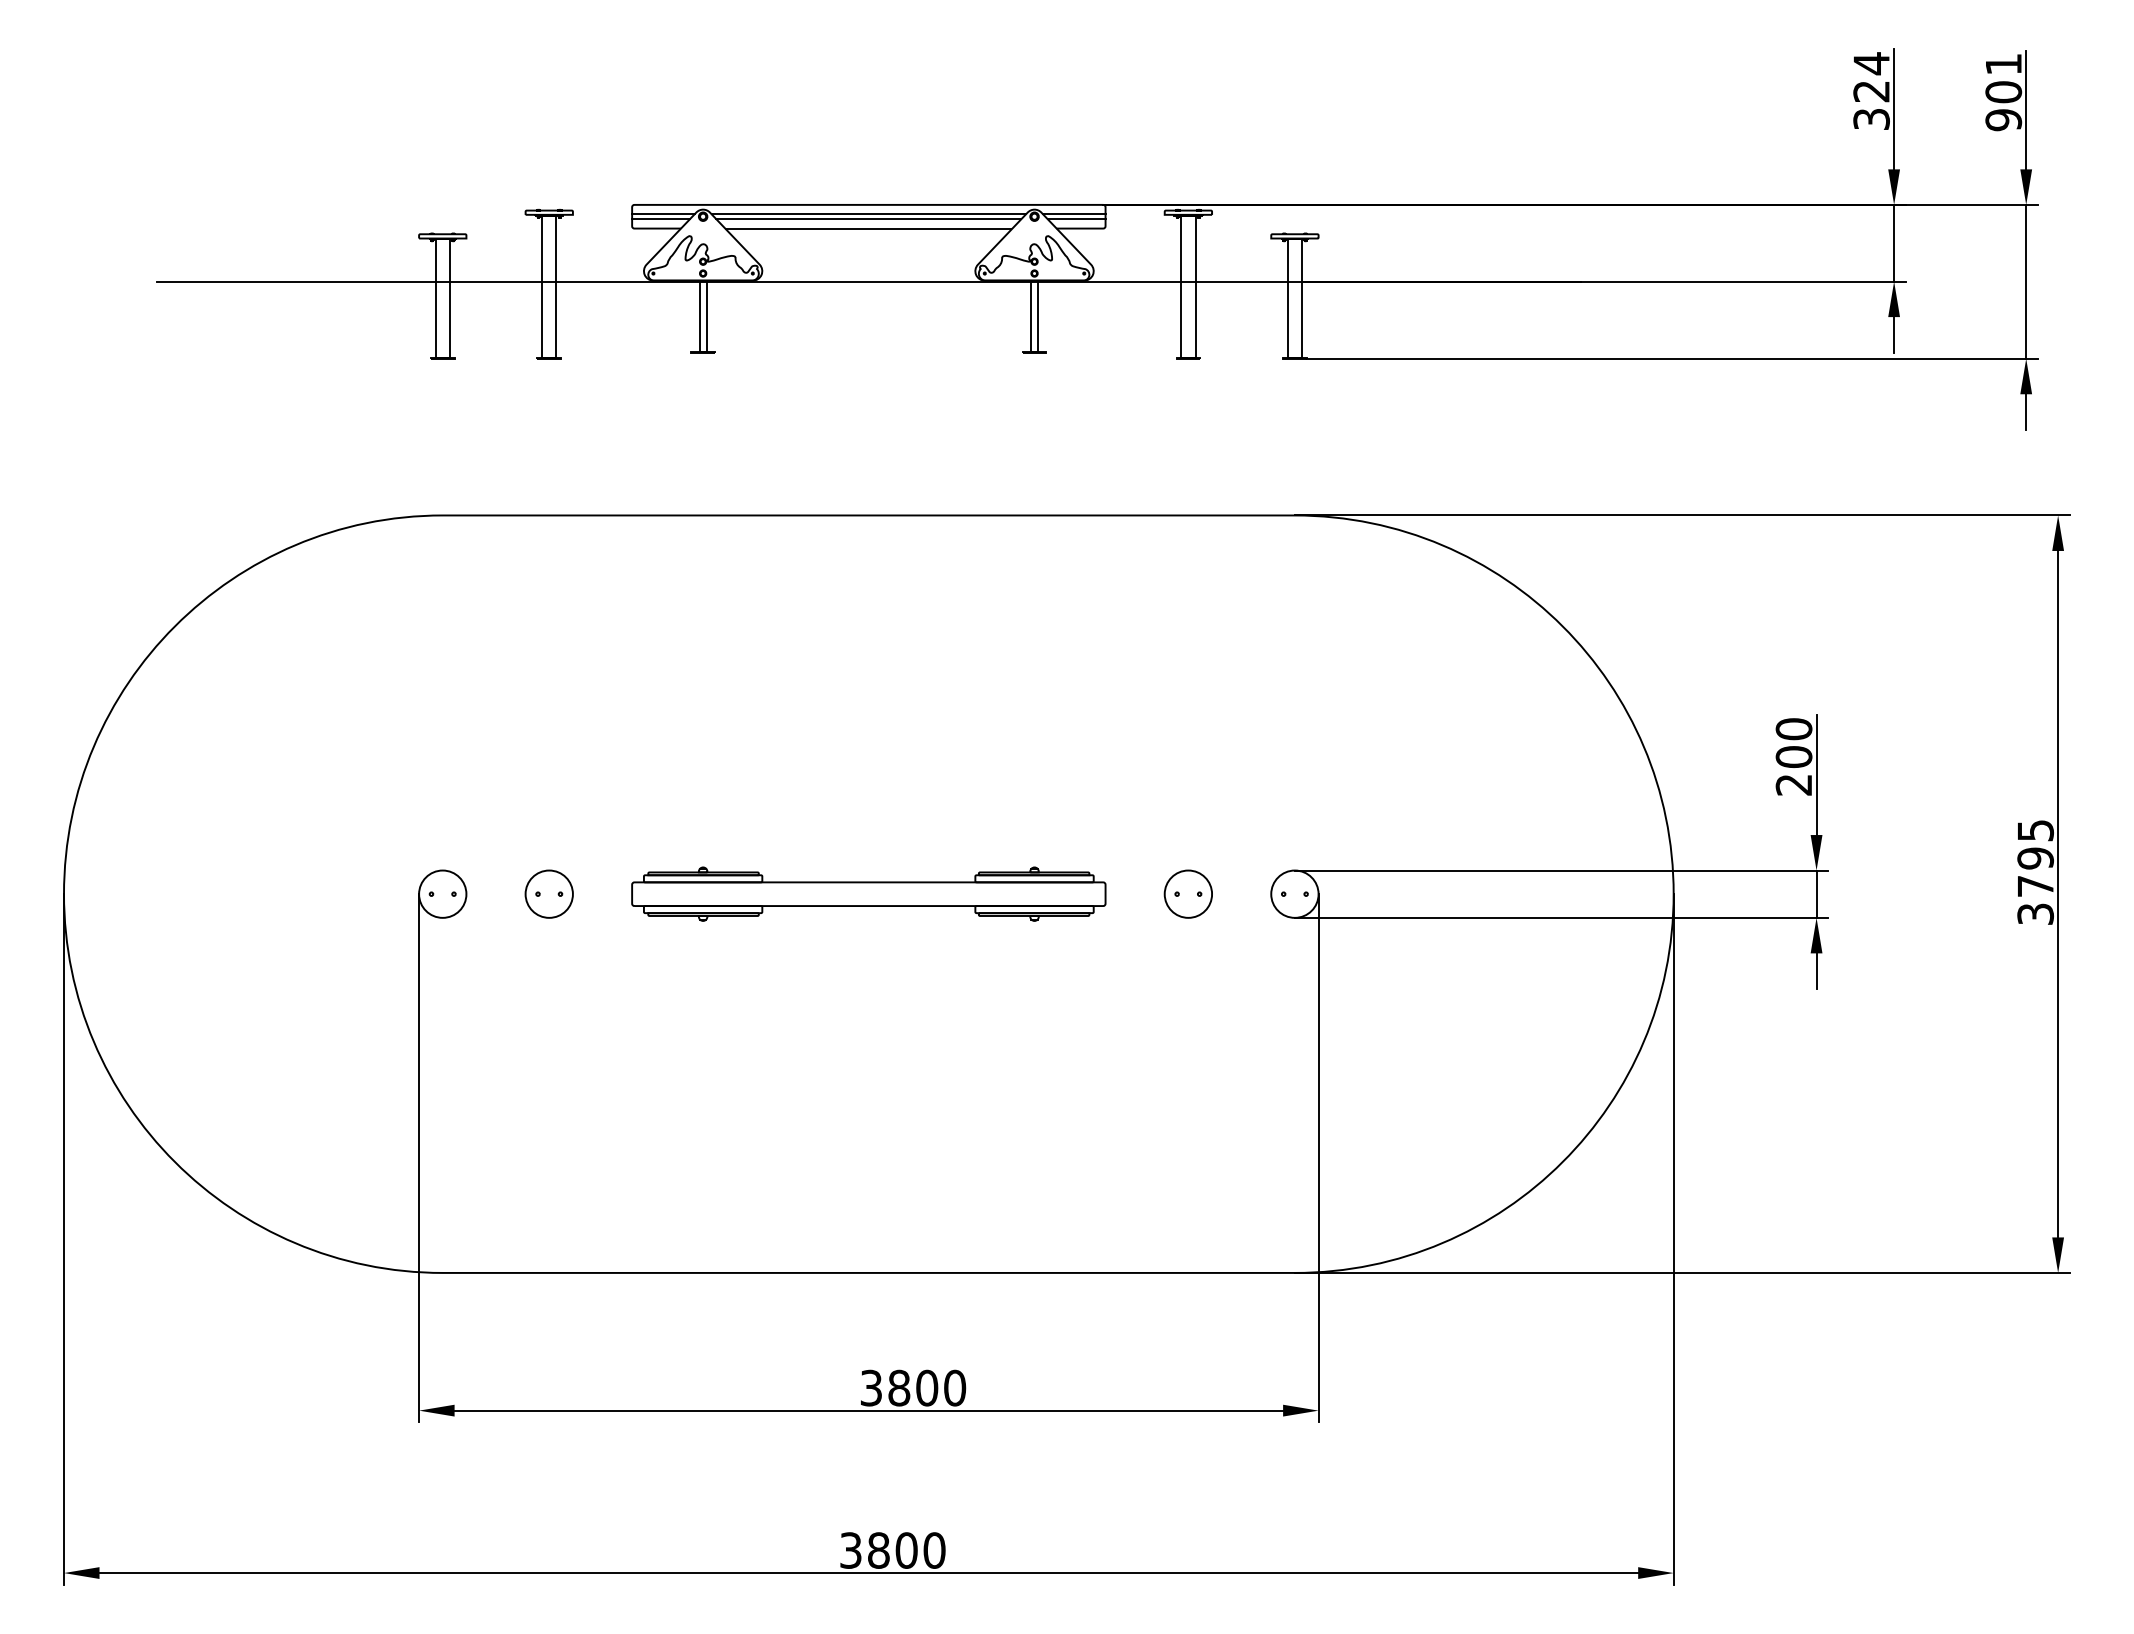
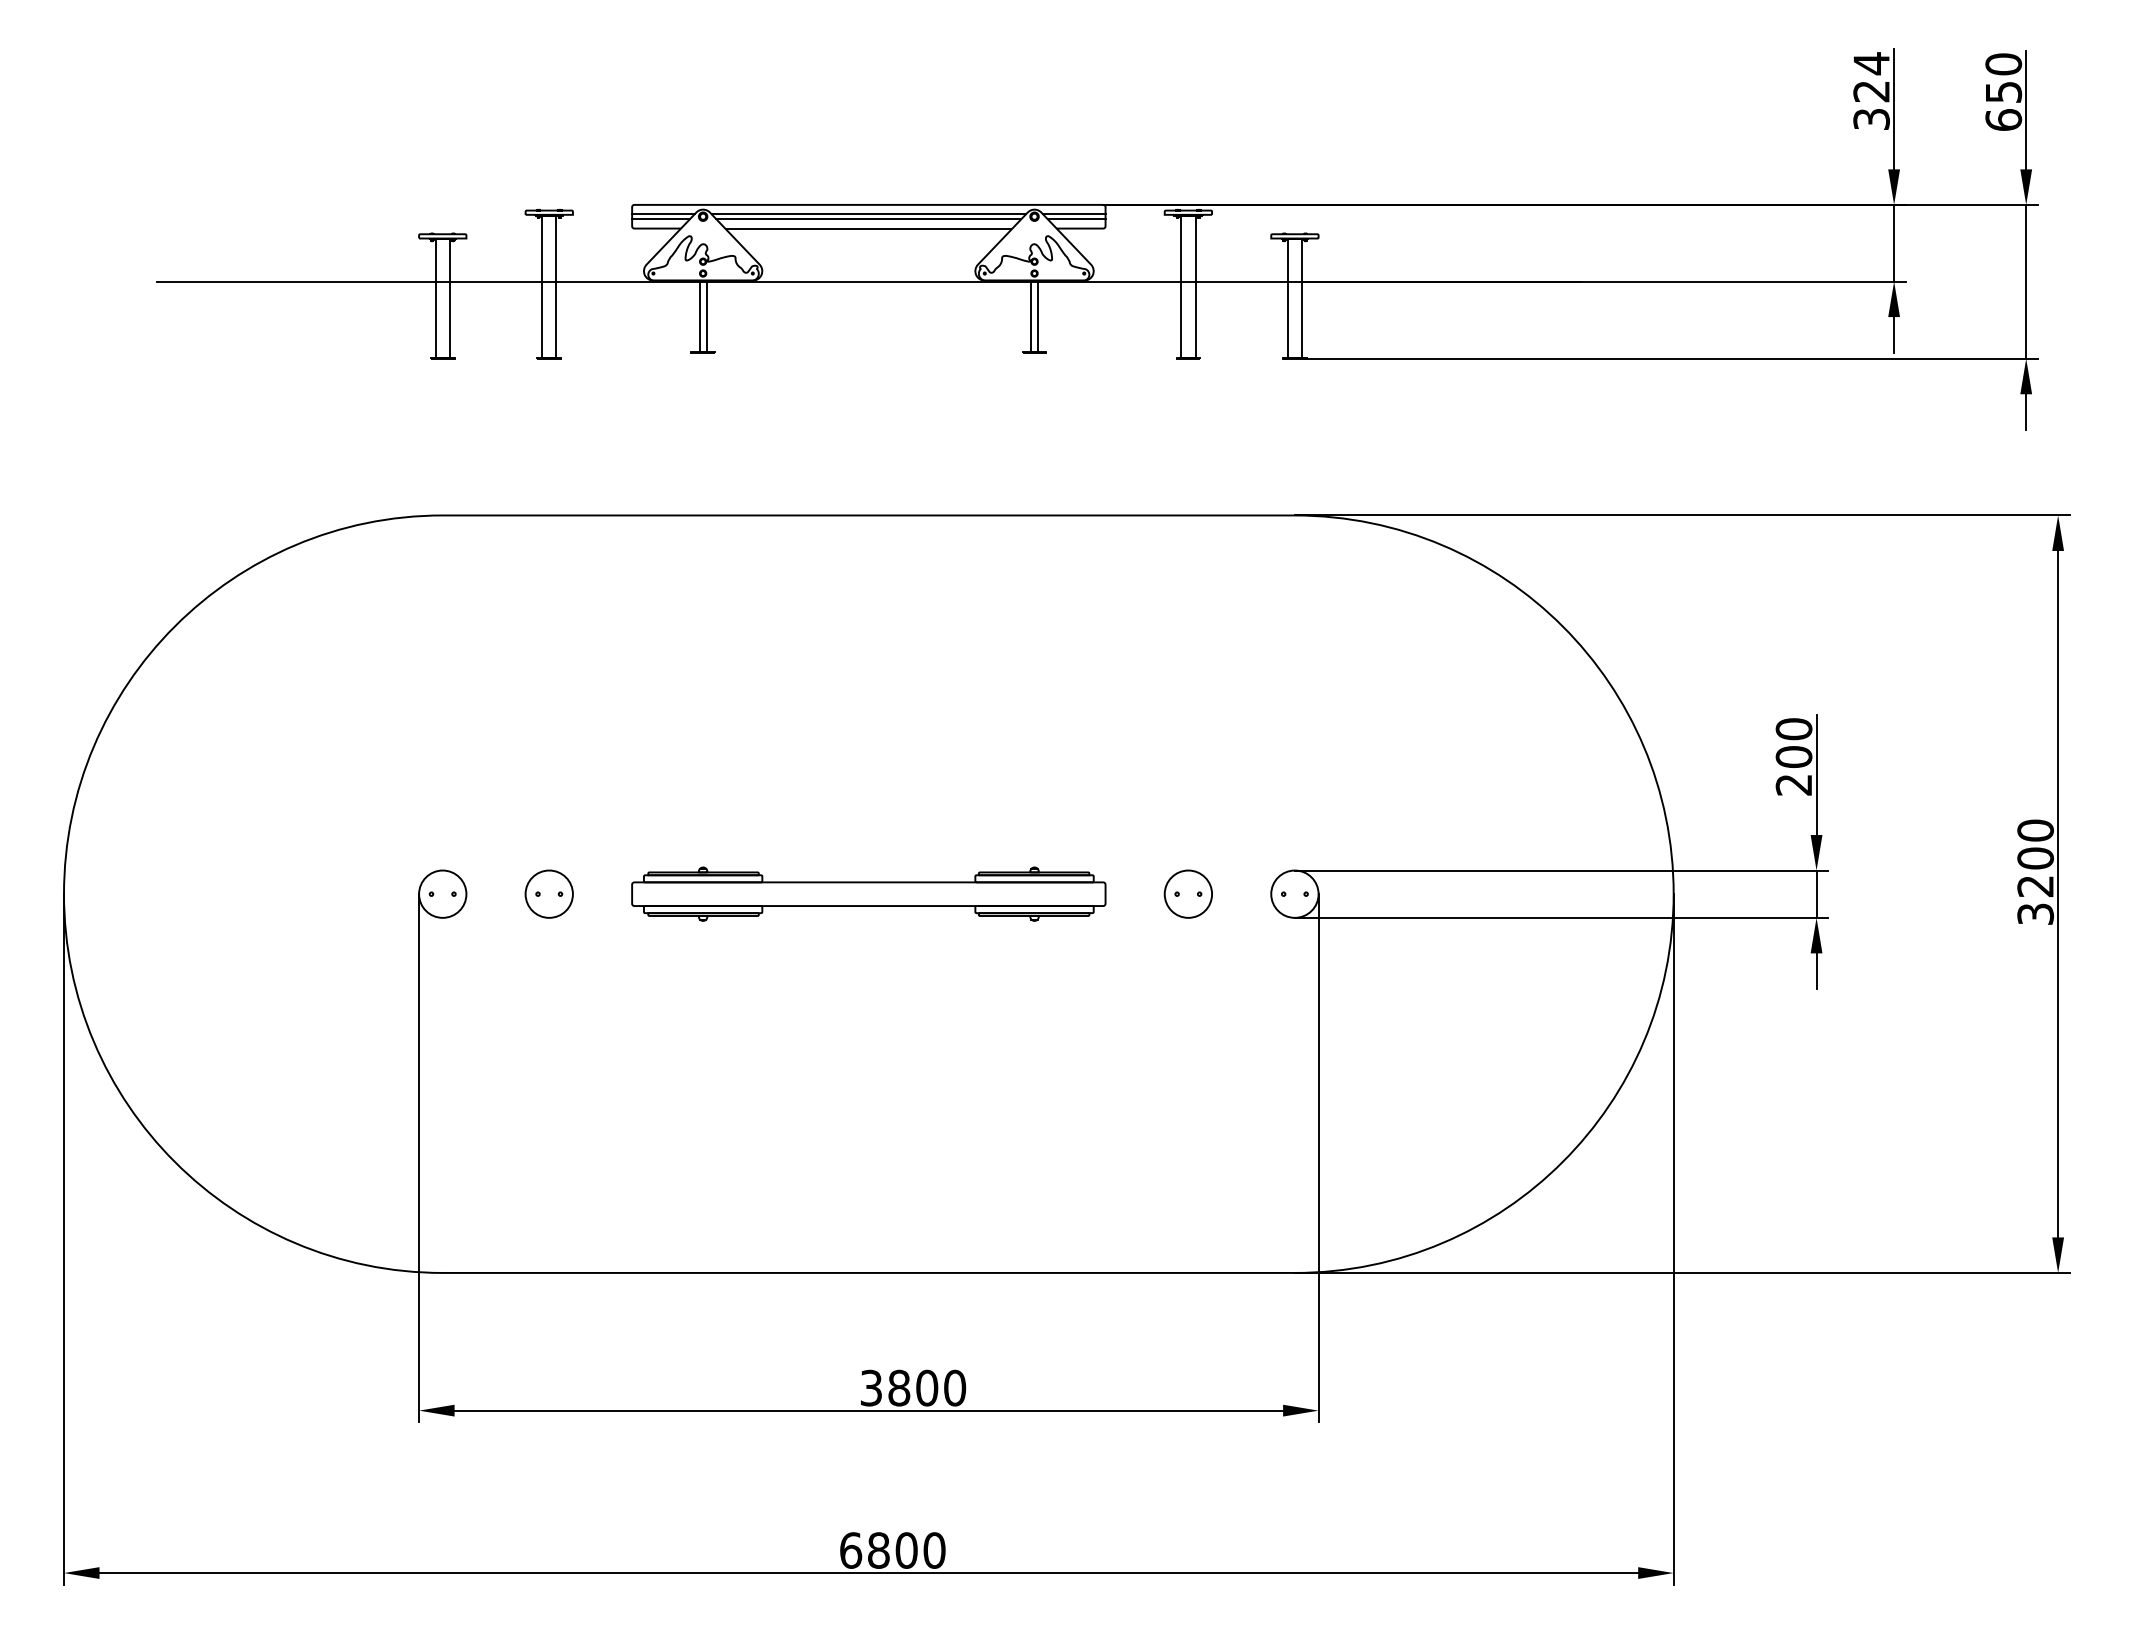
text at (2003, 92): 901 -> 650
text at (2035, 858): 3795 -> 3200
text at (851, 1550): 3800 -> 6800
